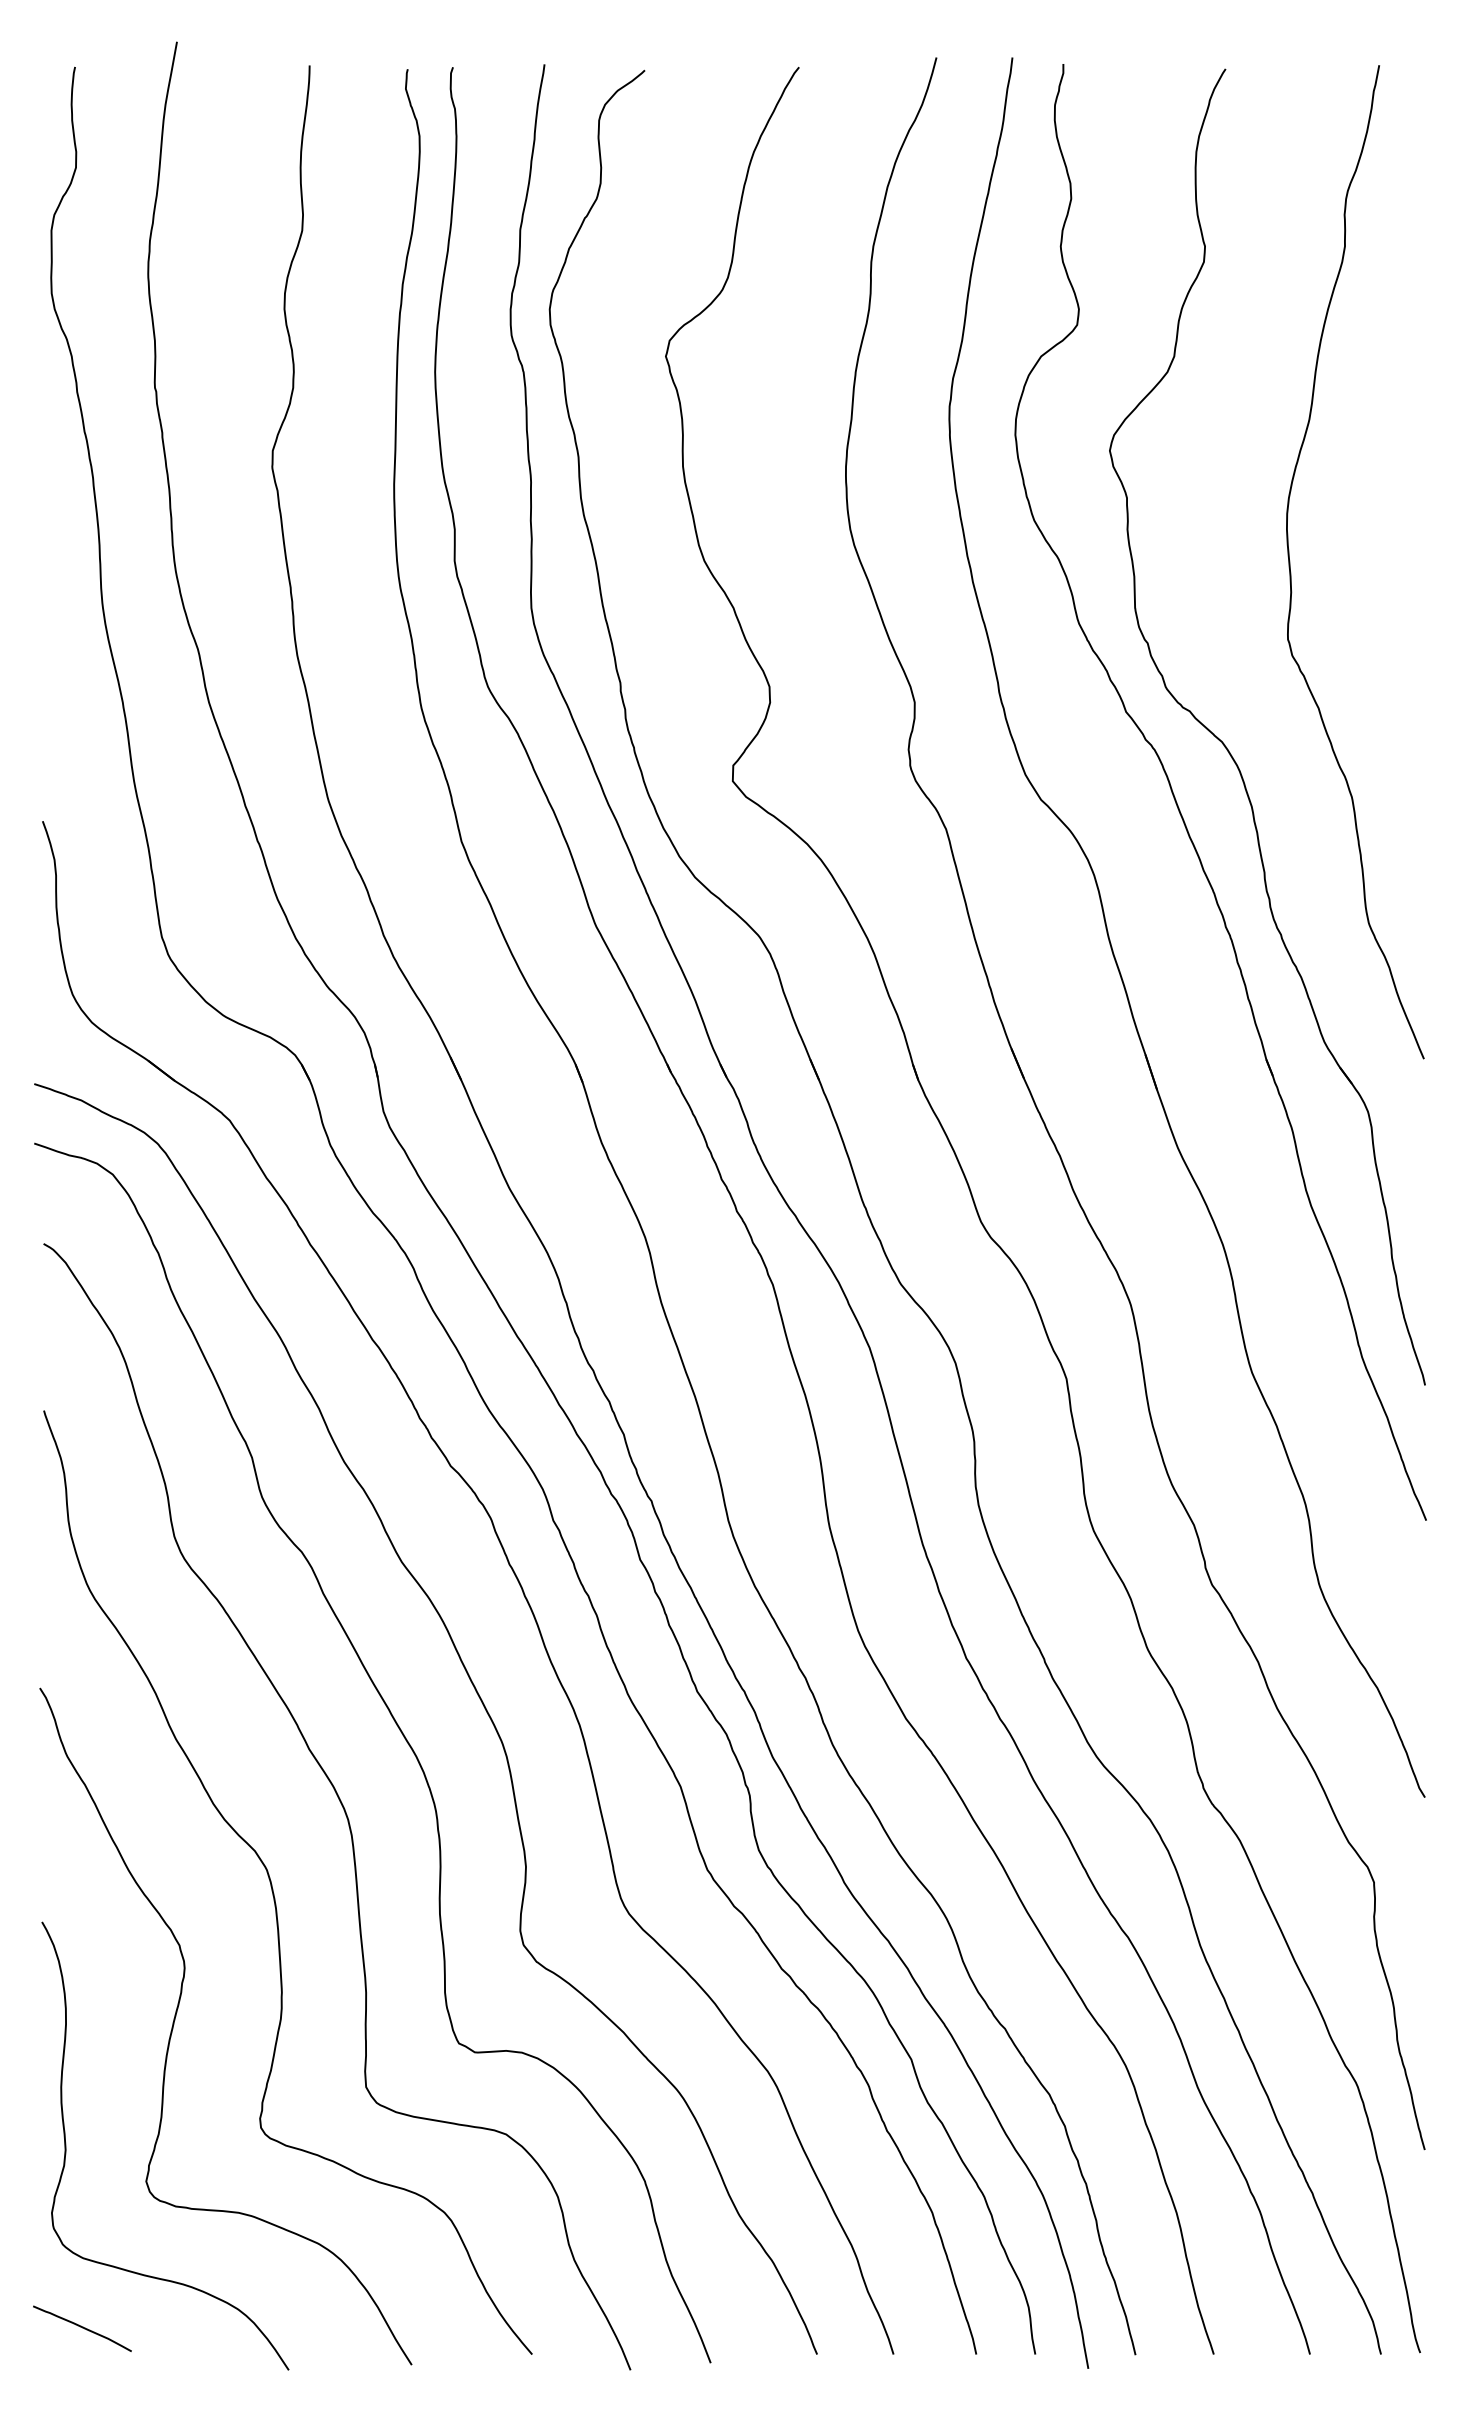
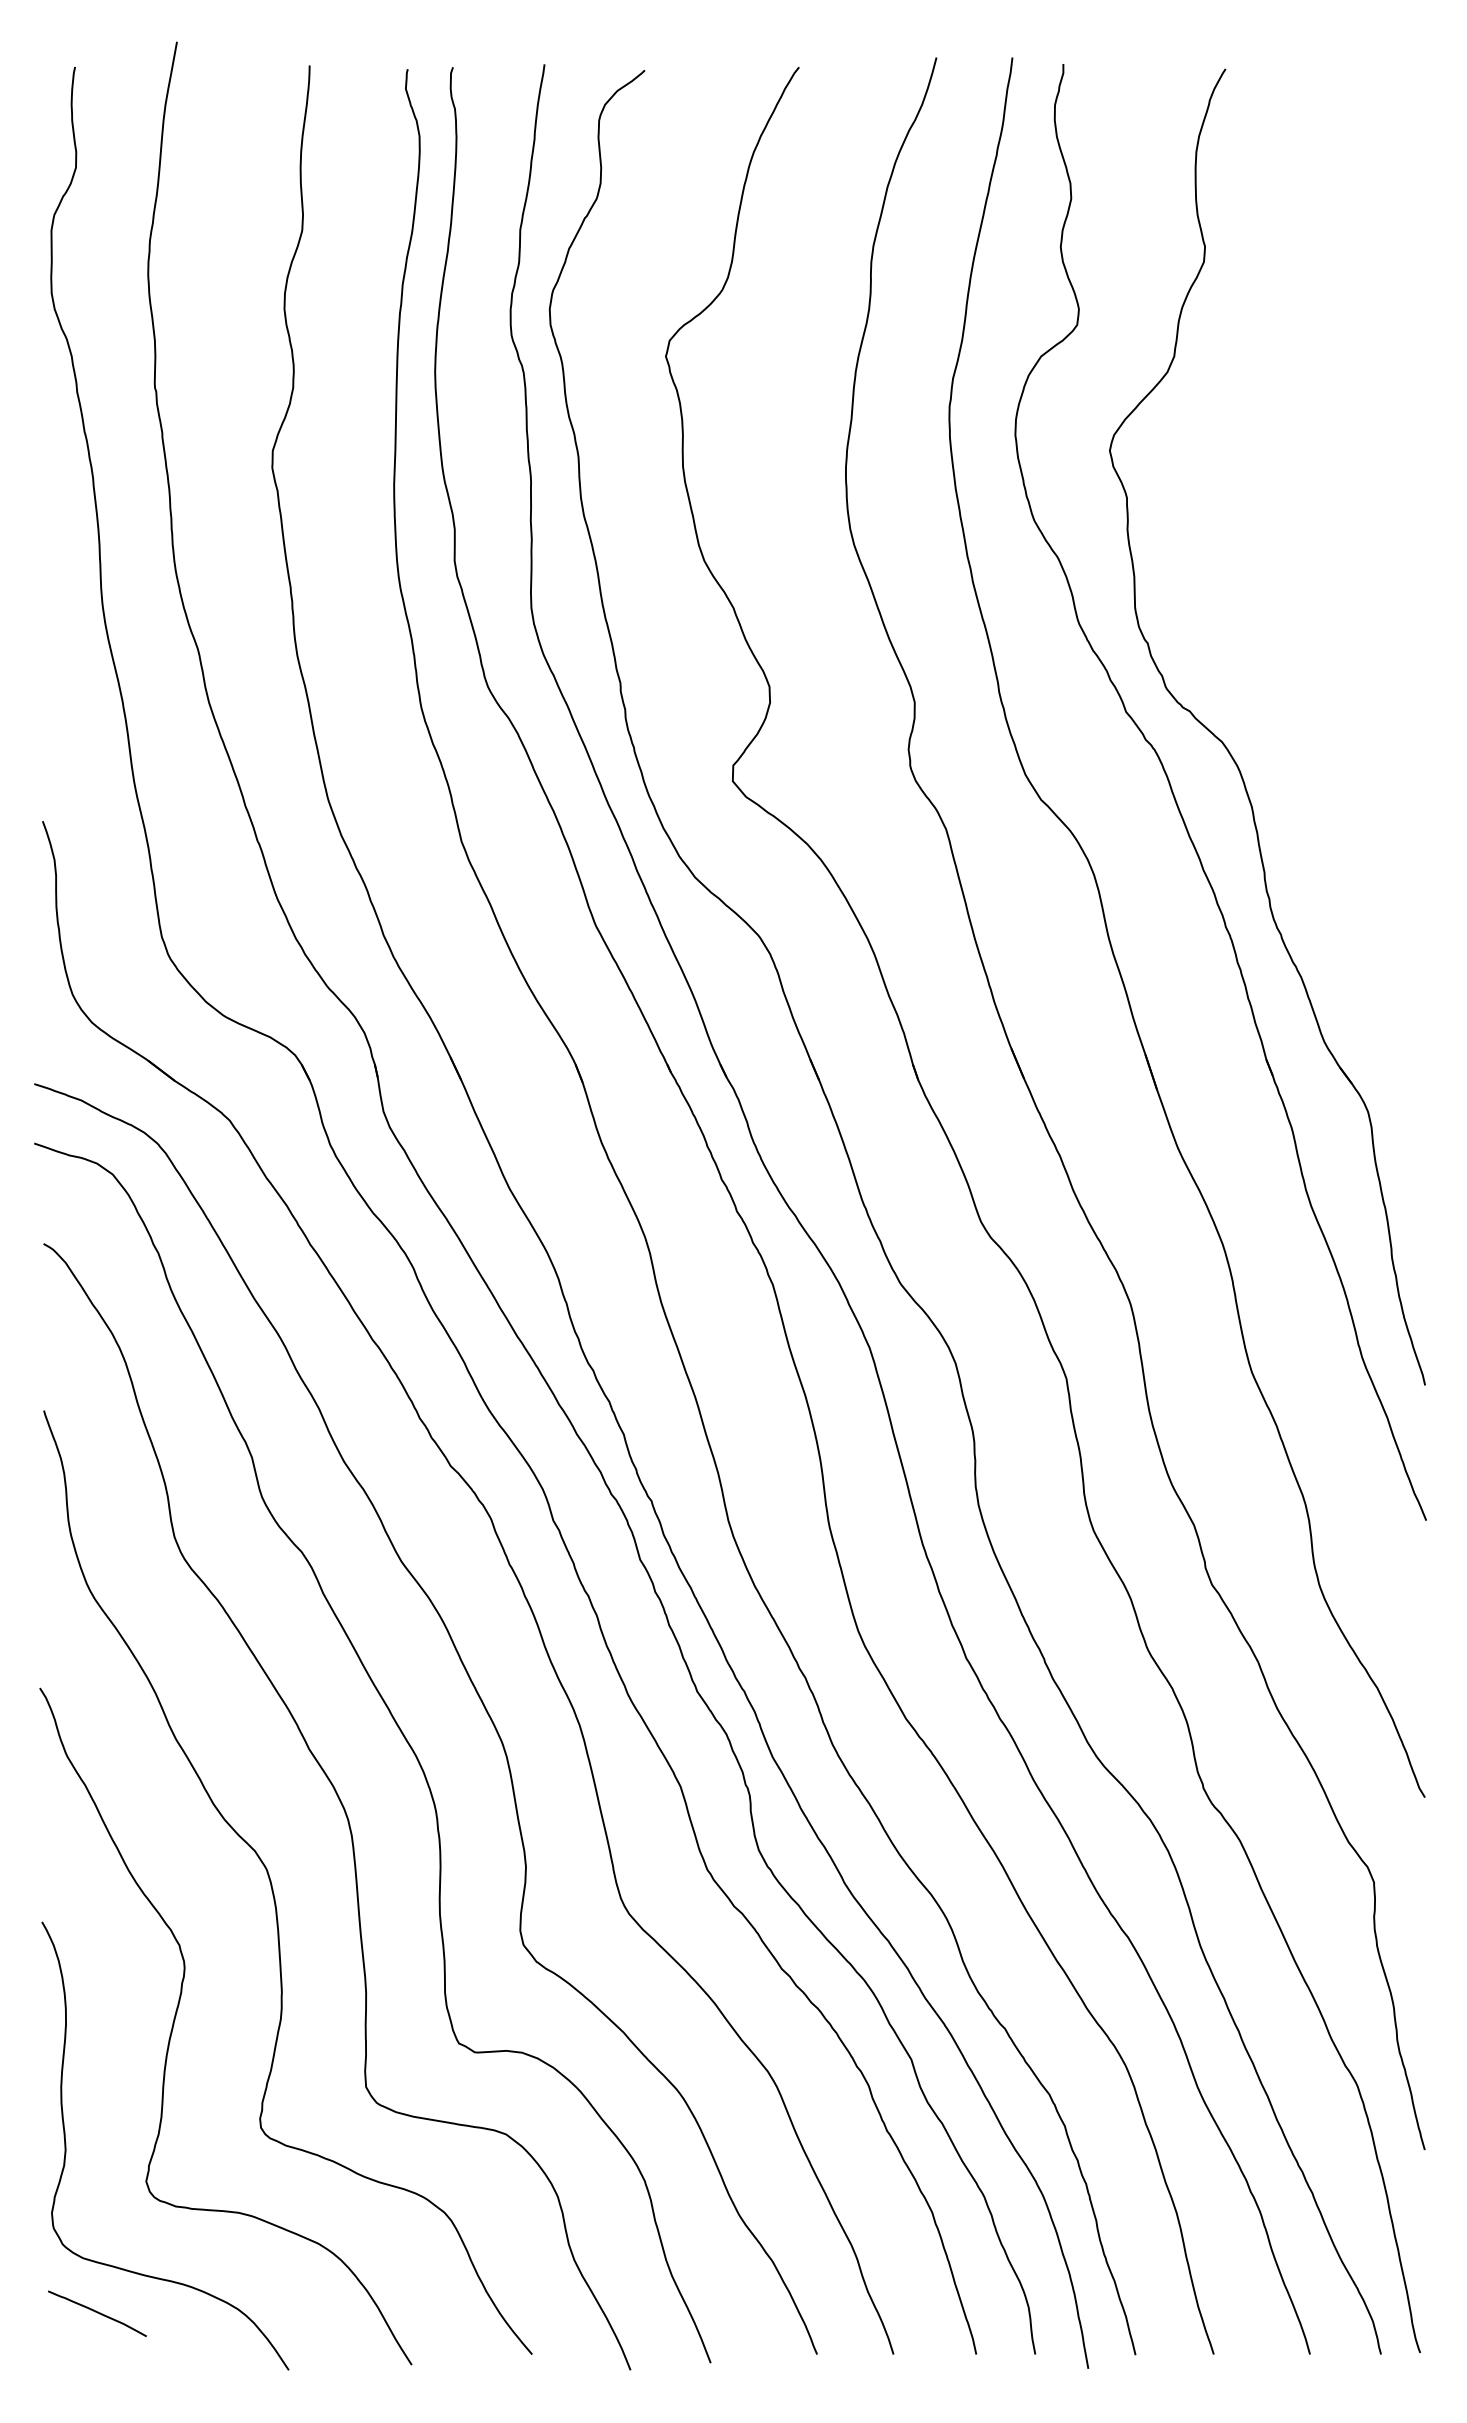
curve at (1291, 572): present -> none
curve at (82, 2328) position: (82, 2328) -> (97, 2313)
